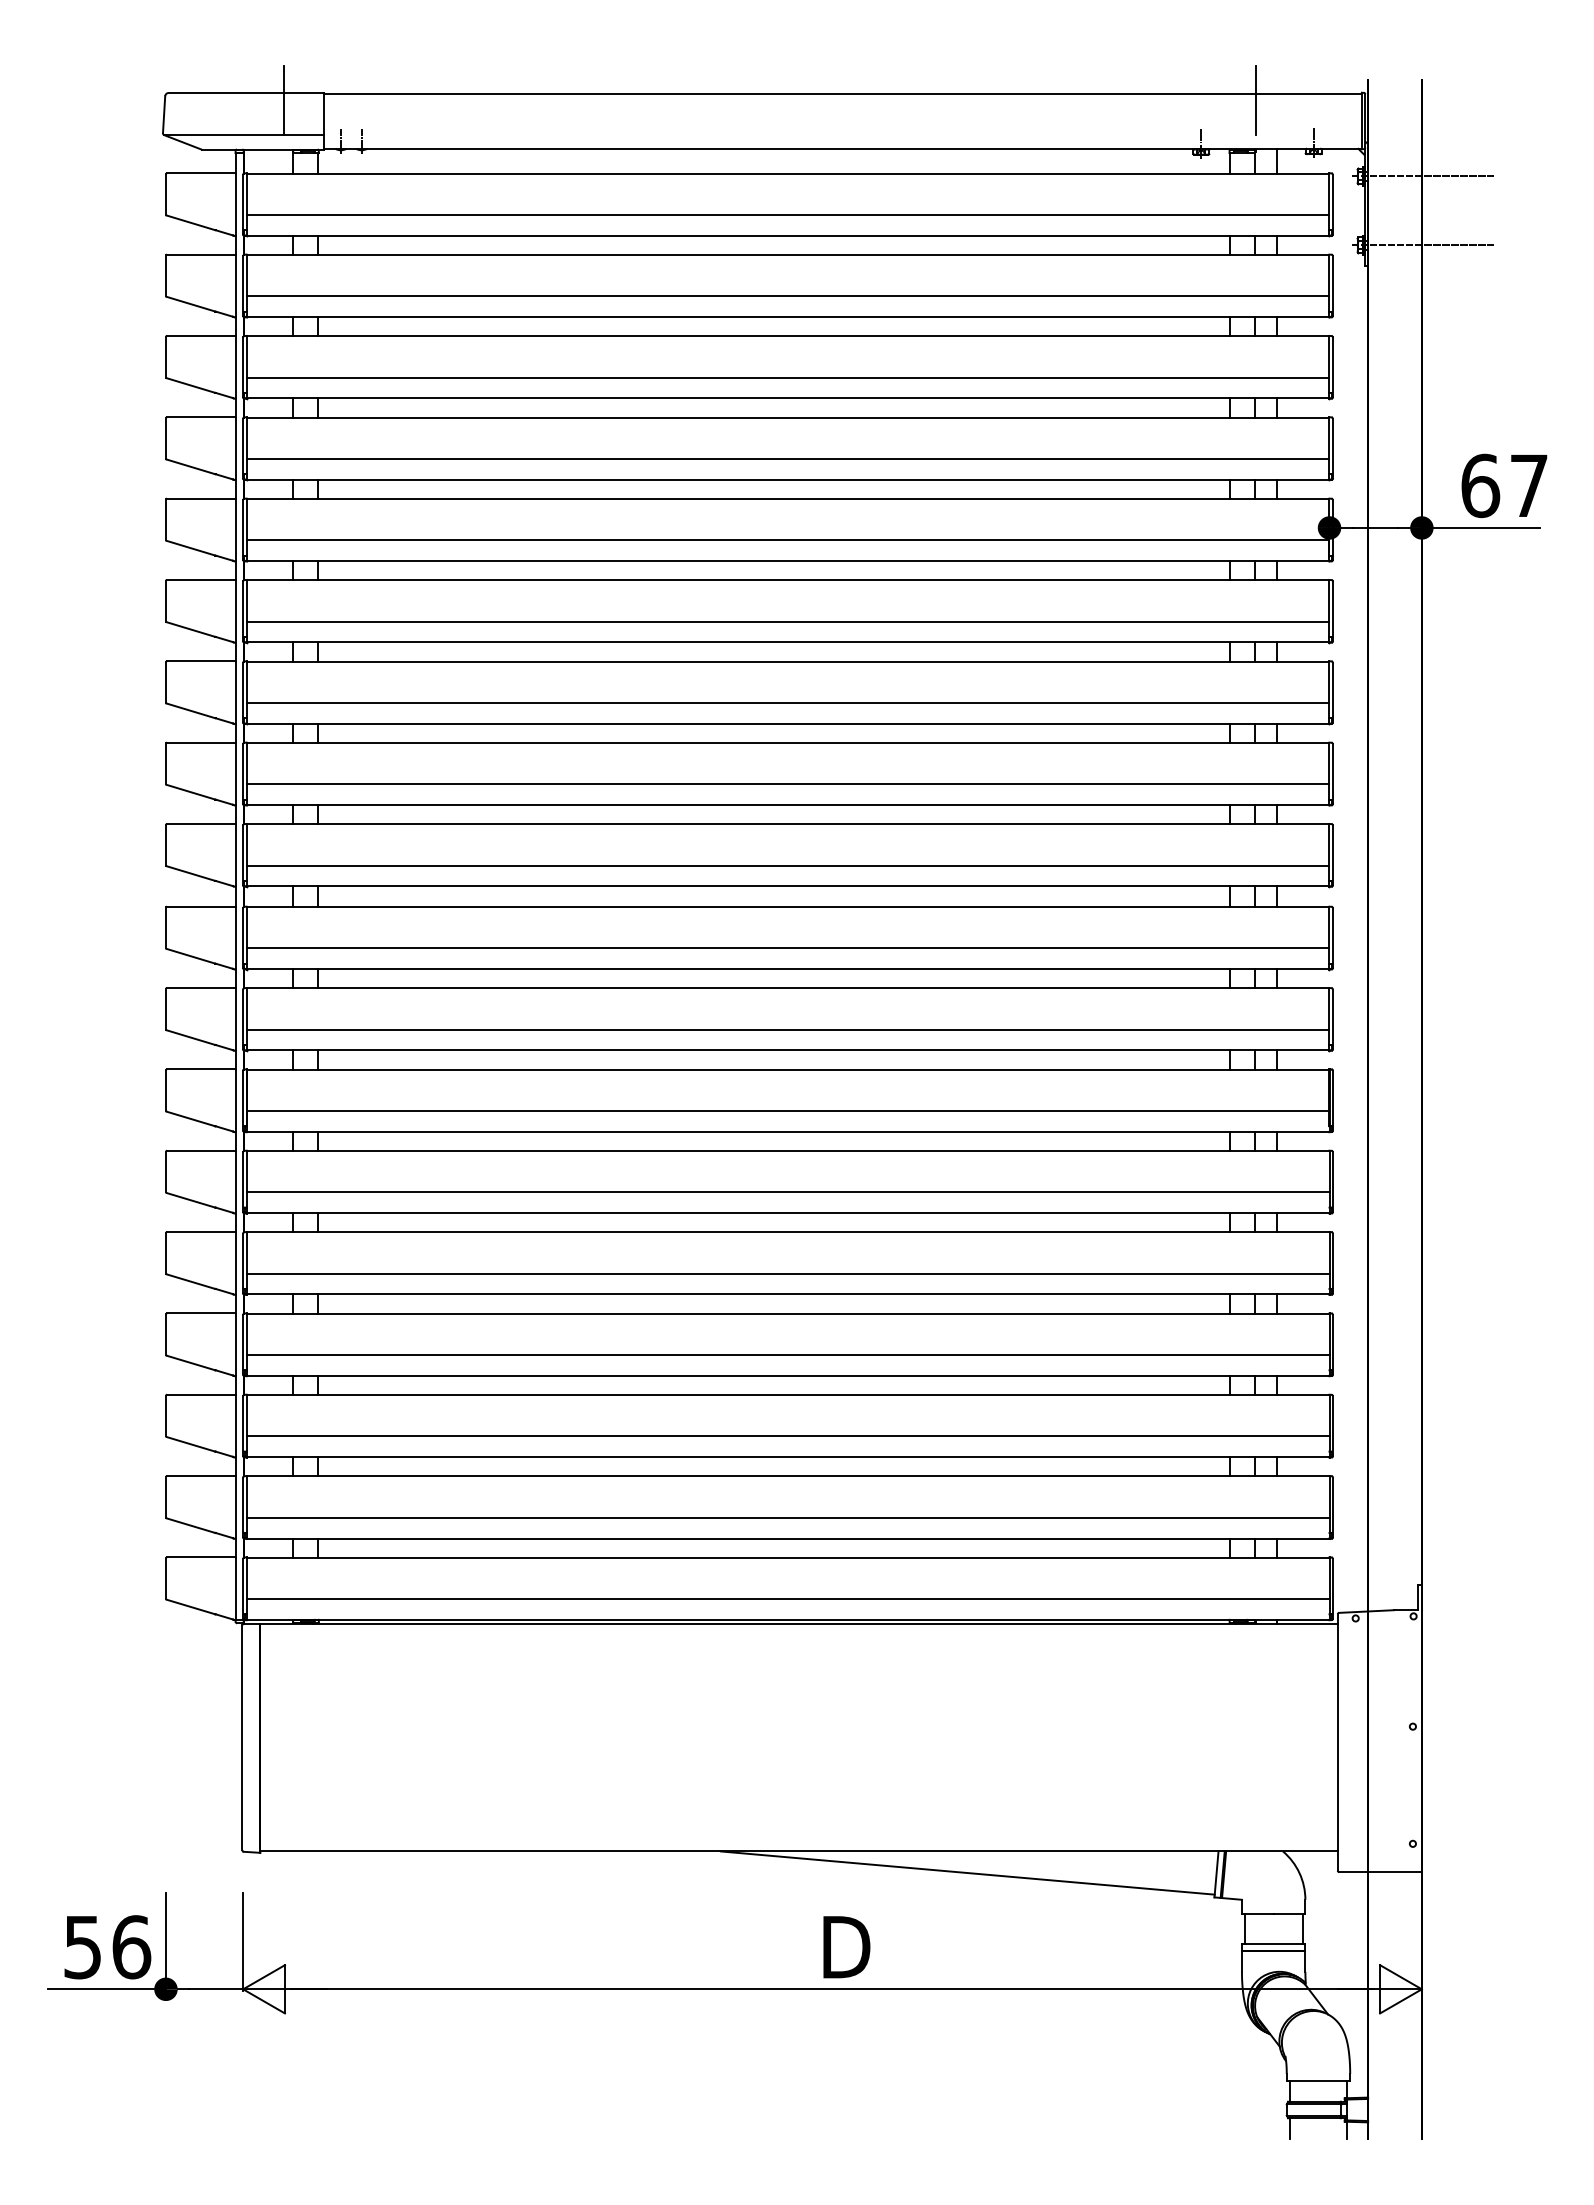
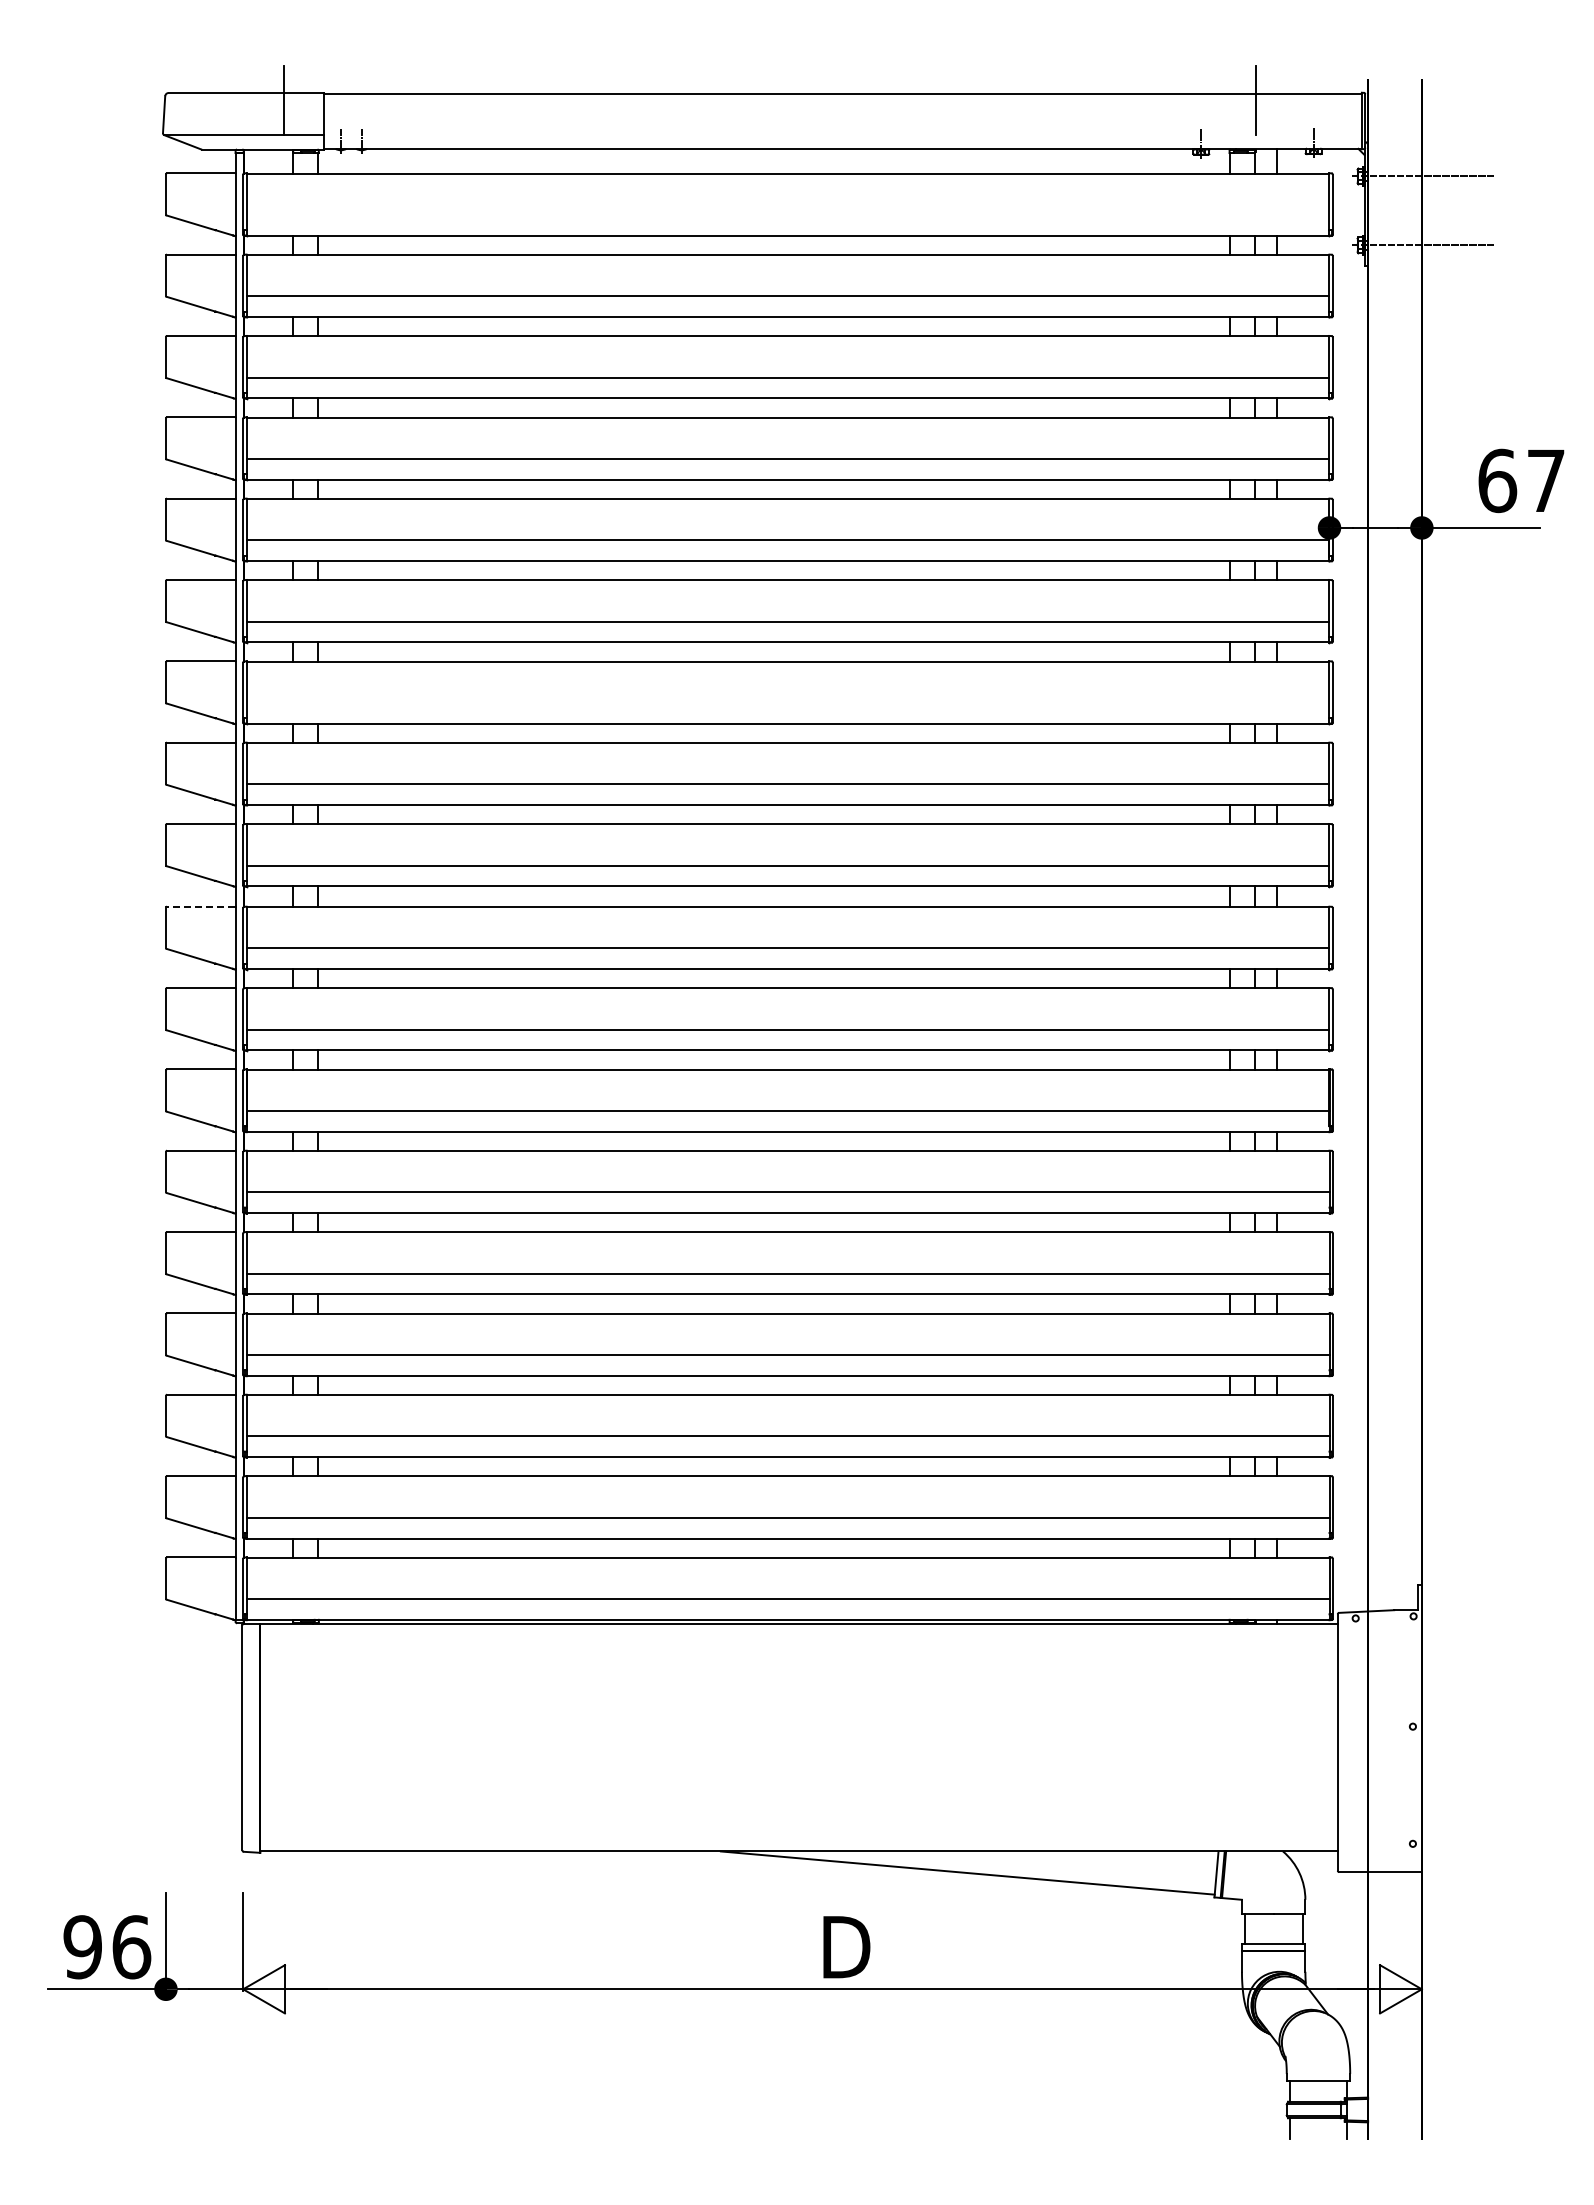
line at (787, 215): present -> none
text at (1504, 485) position: (1504, 485) -> (1521, 480)
line at (787, 703): present -> none
line at (200, 906): solid -> dashed
text at (82, 1947): 56 -> 96
